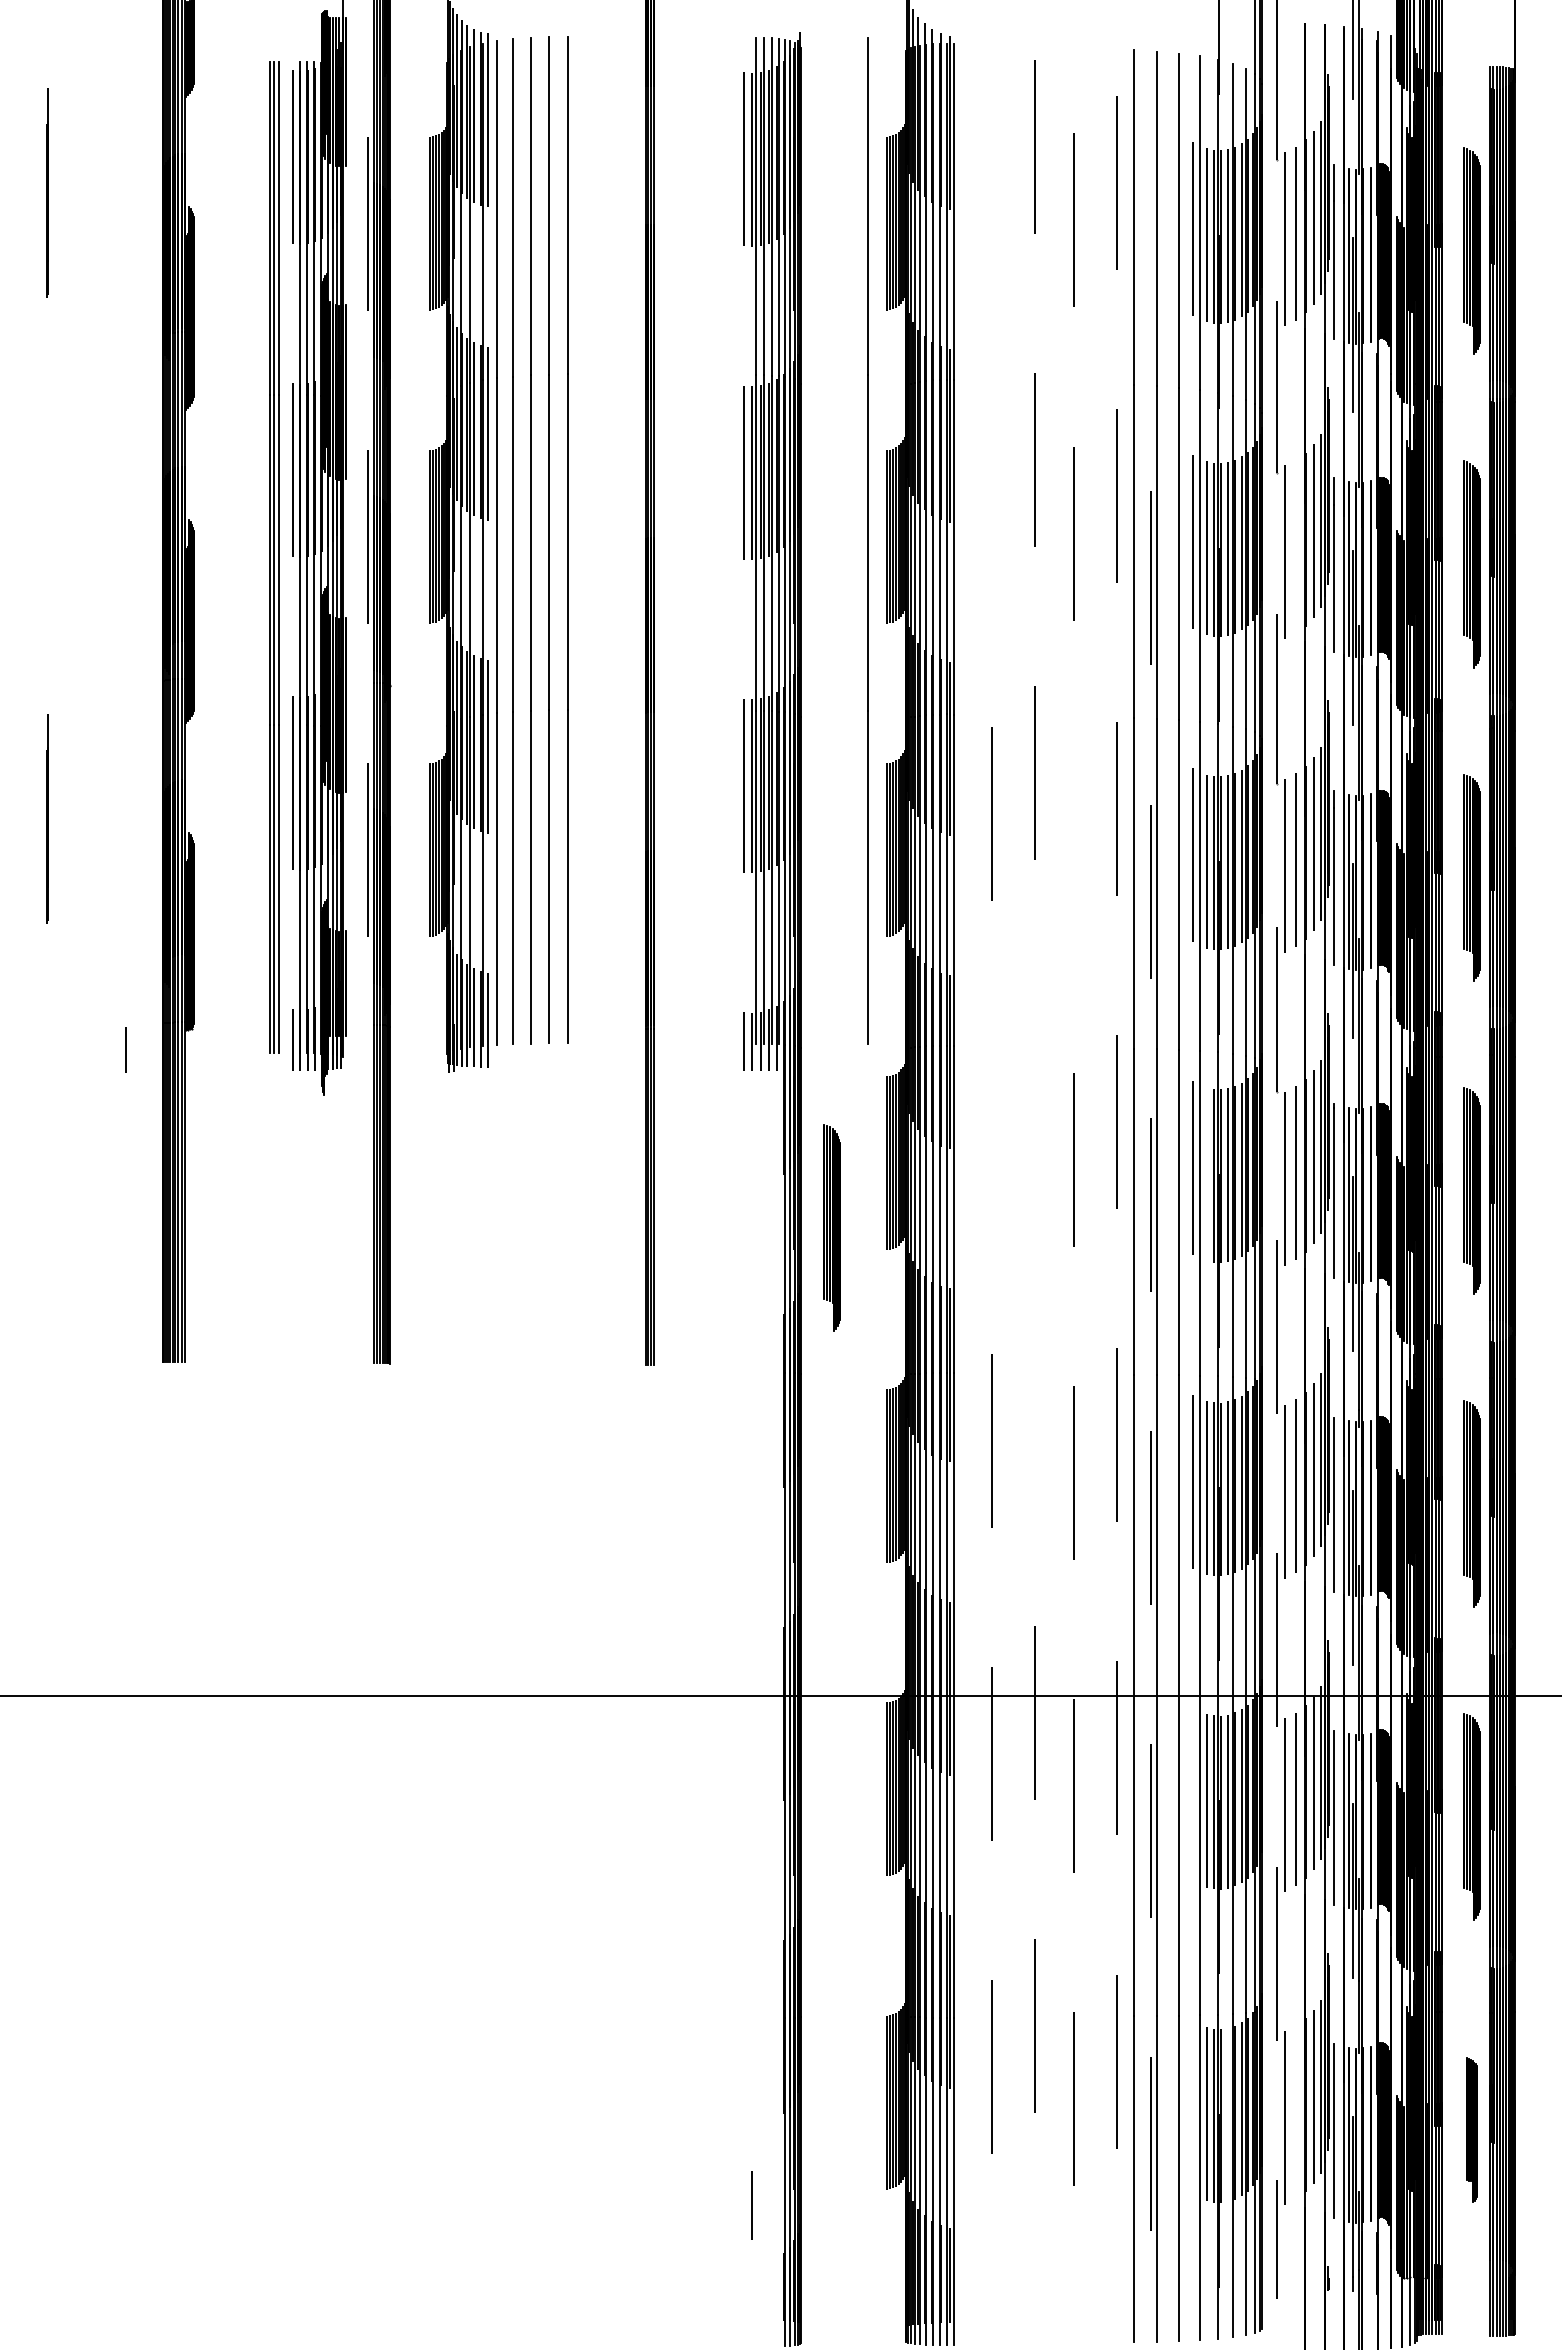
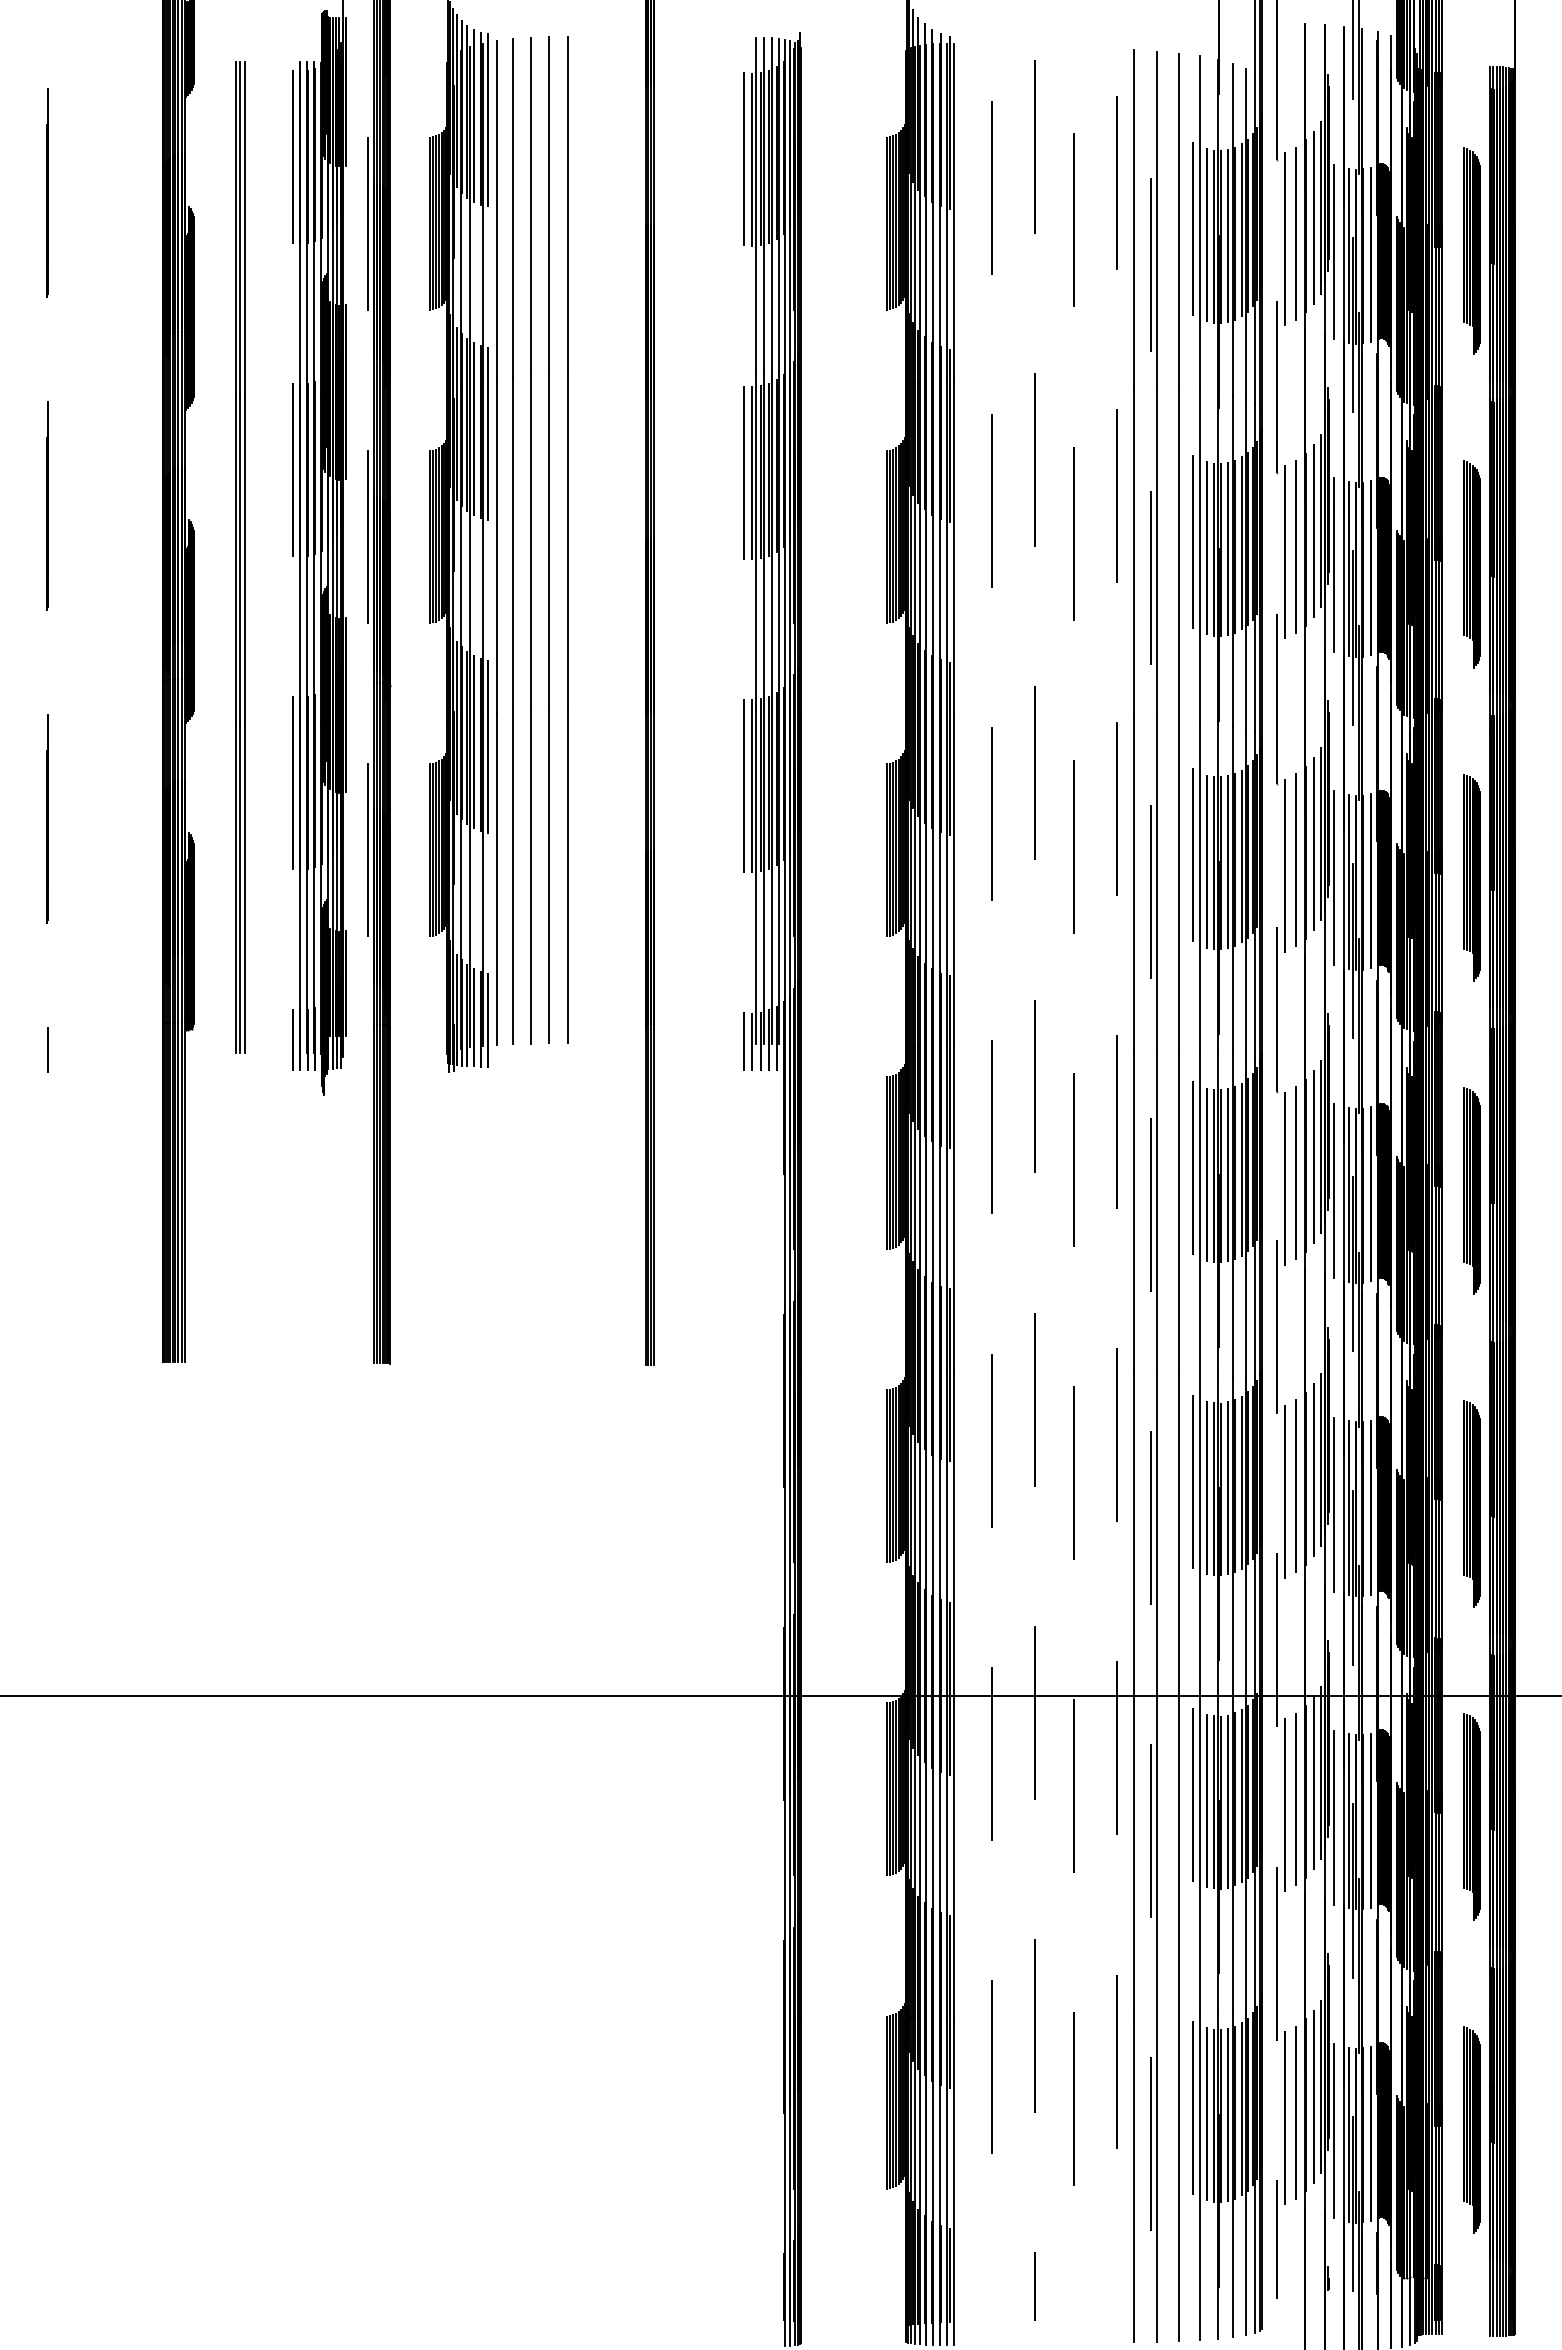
line at (991, 187): none -> present
line at (1150, 265): none -> present
line at (991, 500): none -> present
line at (47, 505): none -> present
line at (867, 540): present -> none
line at (1295, 546): none -> present
part at (274, 557) position: (274, 557) -> (240, 557)
line at (1073, 846): none -> present
line at (125, 1049) position: (125, 1049) -> (47, 1049)
line at (1034, 1086): none -> present
line at (991, 1126): none -> present
line at (1206, 1174): none -> present
part at (831, 1227): present -> none
line at (1034, 1399): none -> present
line at (1193, 1794): none -> present
line at (1193, 2107): none -> present
line at (1295, 2112): none -> present
line at (1228, 2114): none -> present
part at (1471, 2129) size: 12x146 px -> 18x208 px
line at (751, 2205) position: (751, 2205) -> (1034, 2286)
